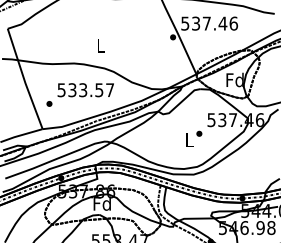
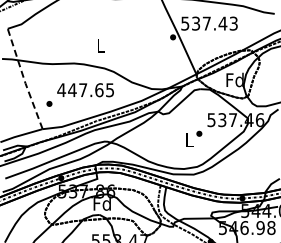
text at (233, 23): 537.46 -> 537.43
line at (24, 79): solid -> dashed
text at (85, 90): 533.57 -> 447.65
